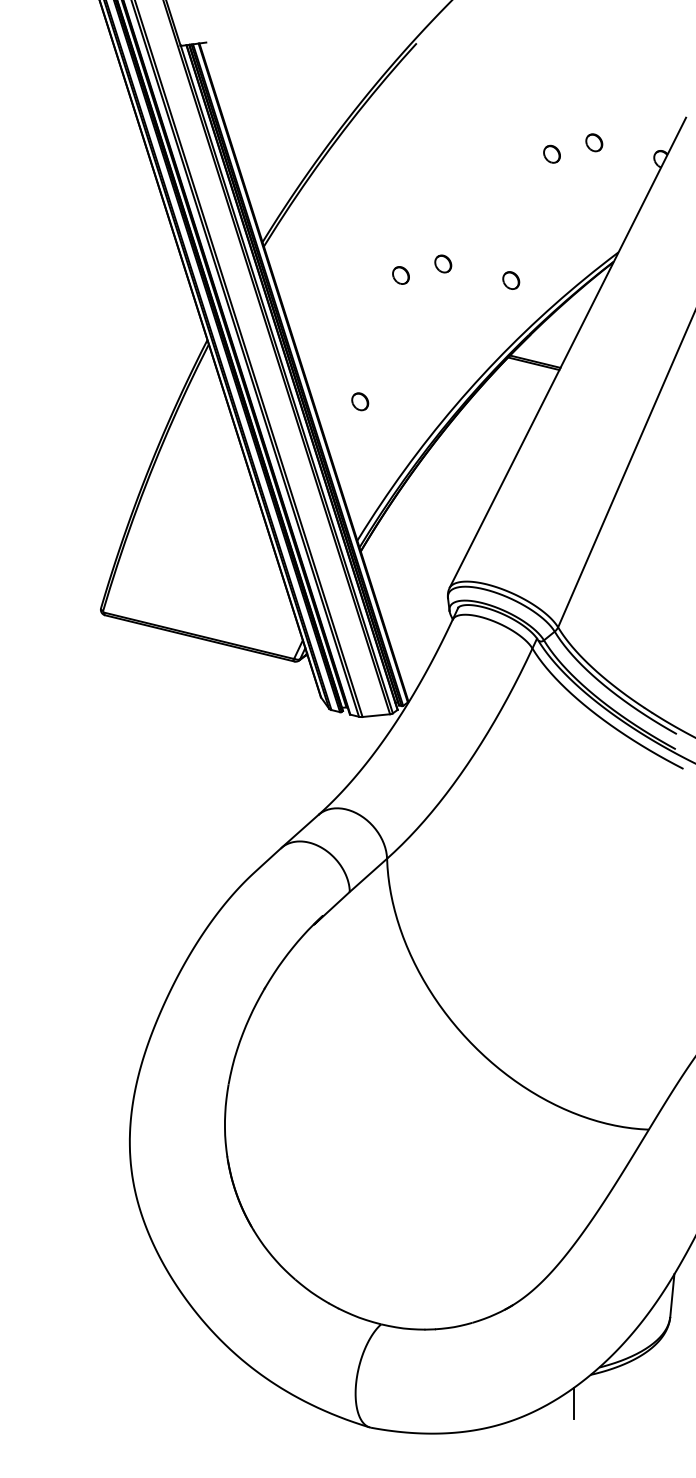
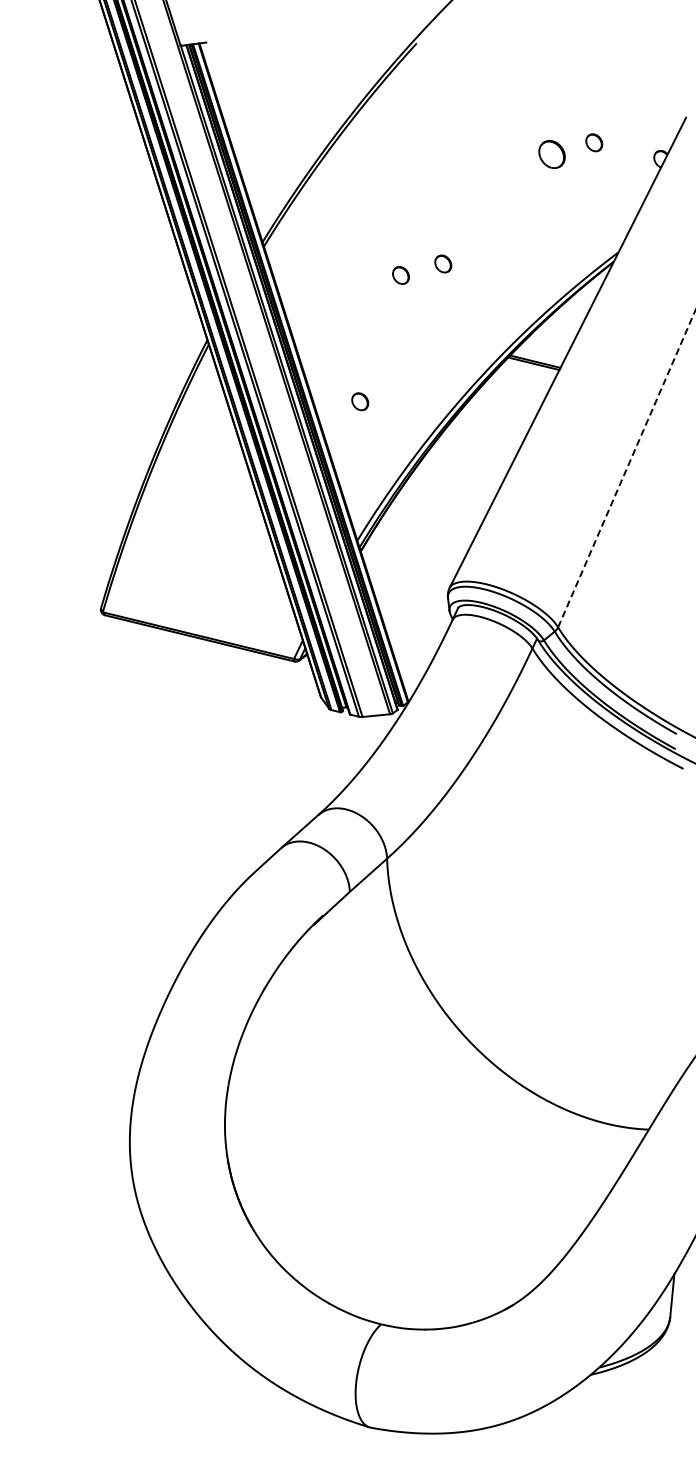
part at (551, 153) size: 18x20 px -> 28x30 px
part at (511, 280): present -> none
line at (626, 468): solid -> dashed
line at (574, 1403): present -> none
